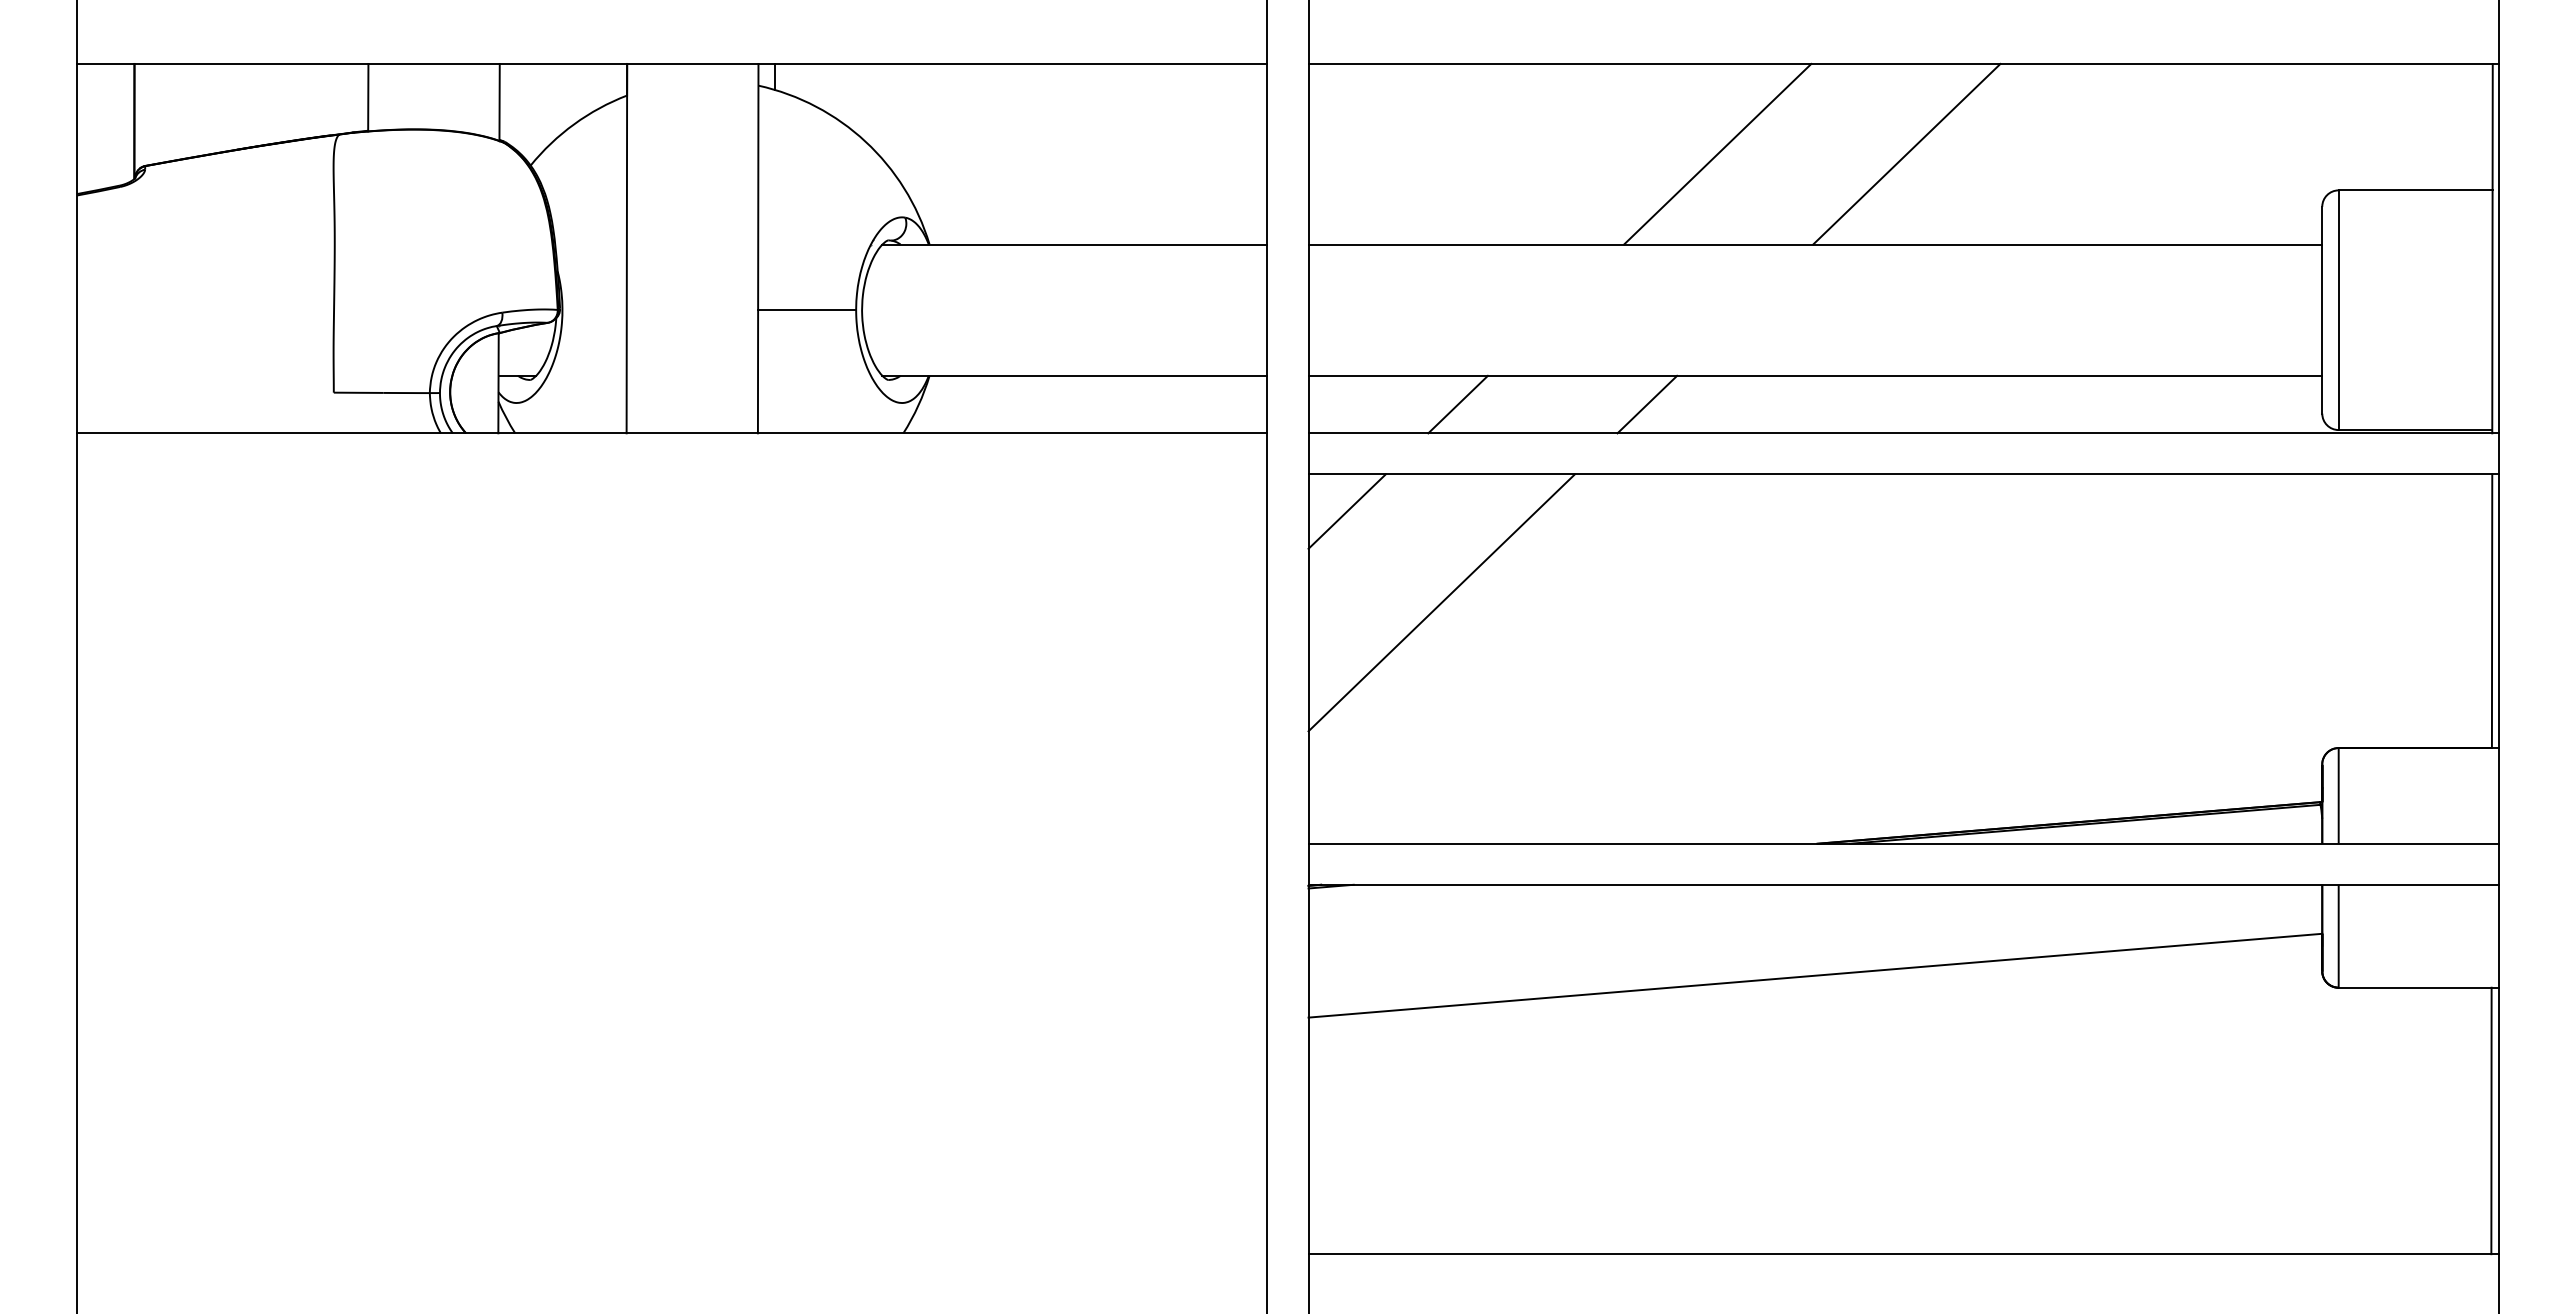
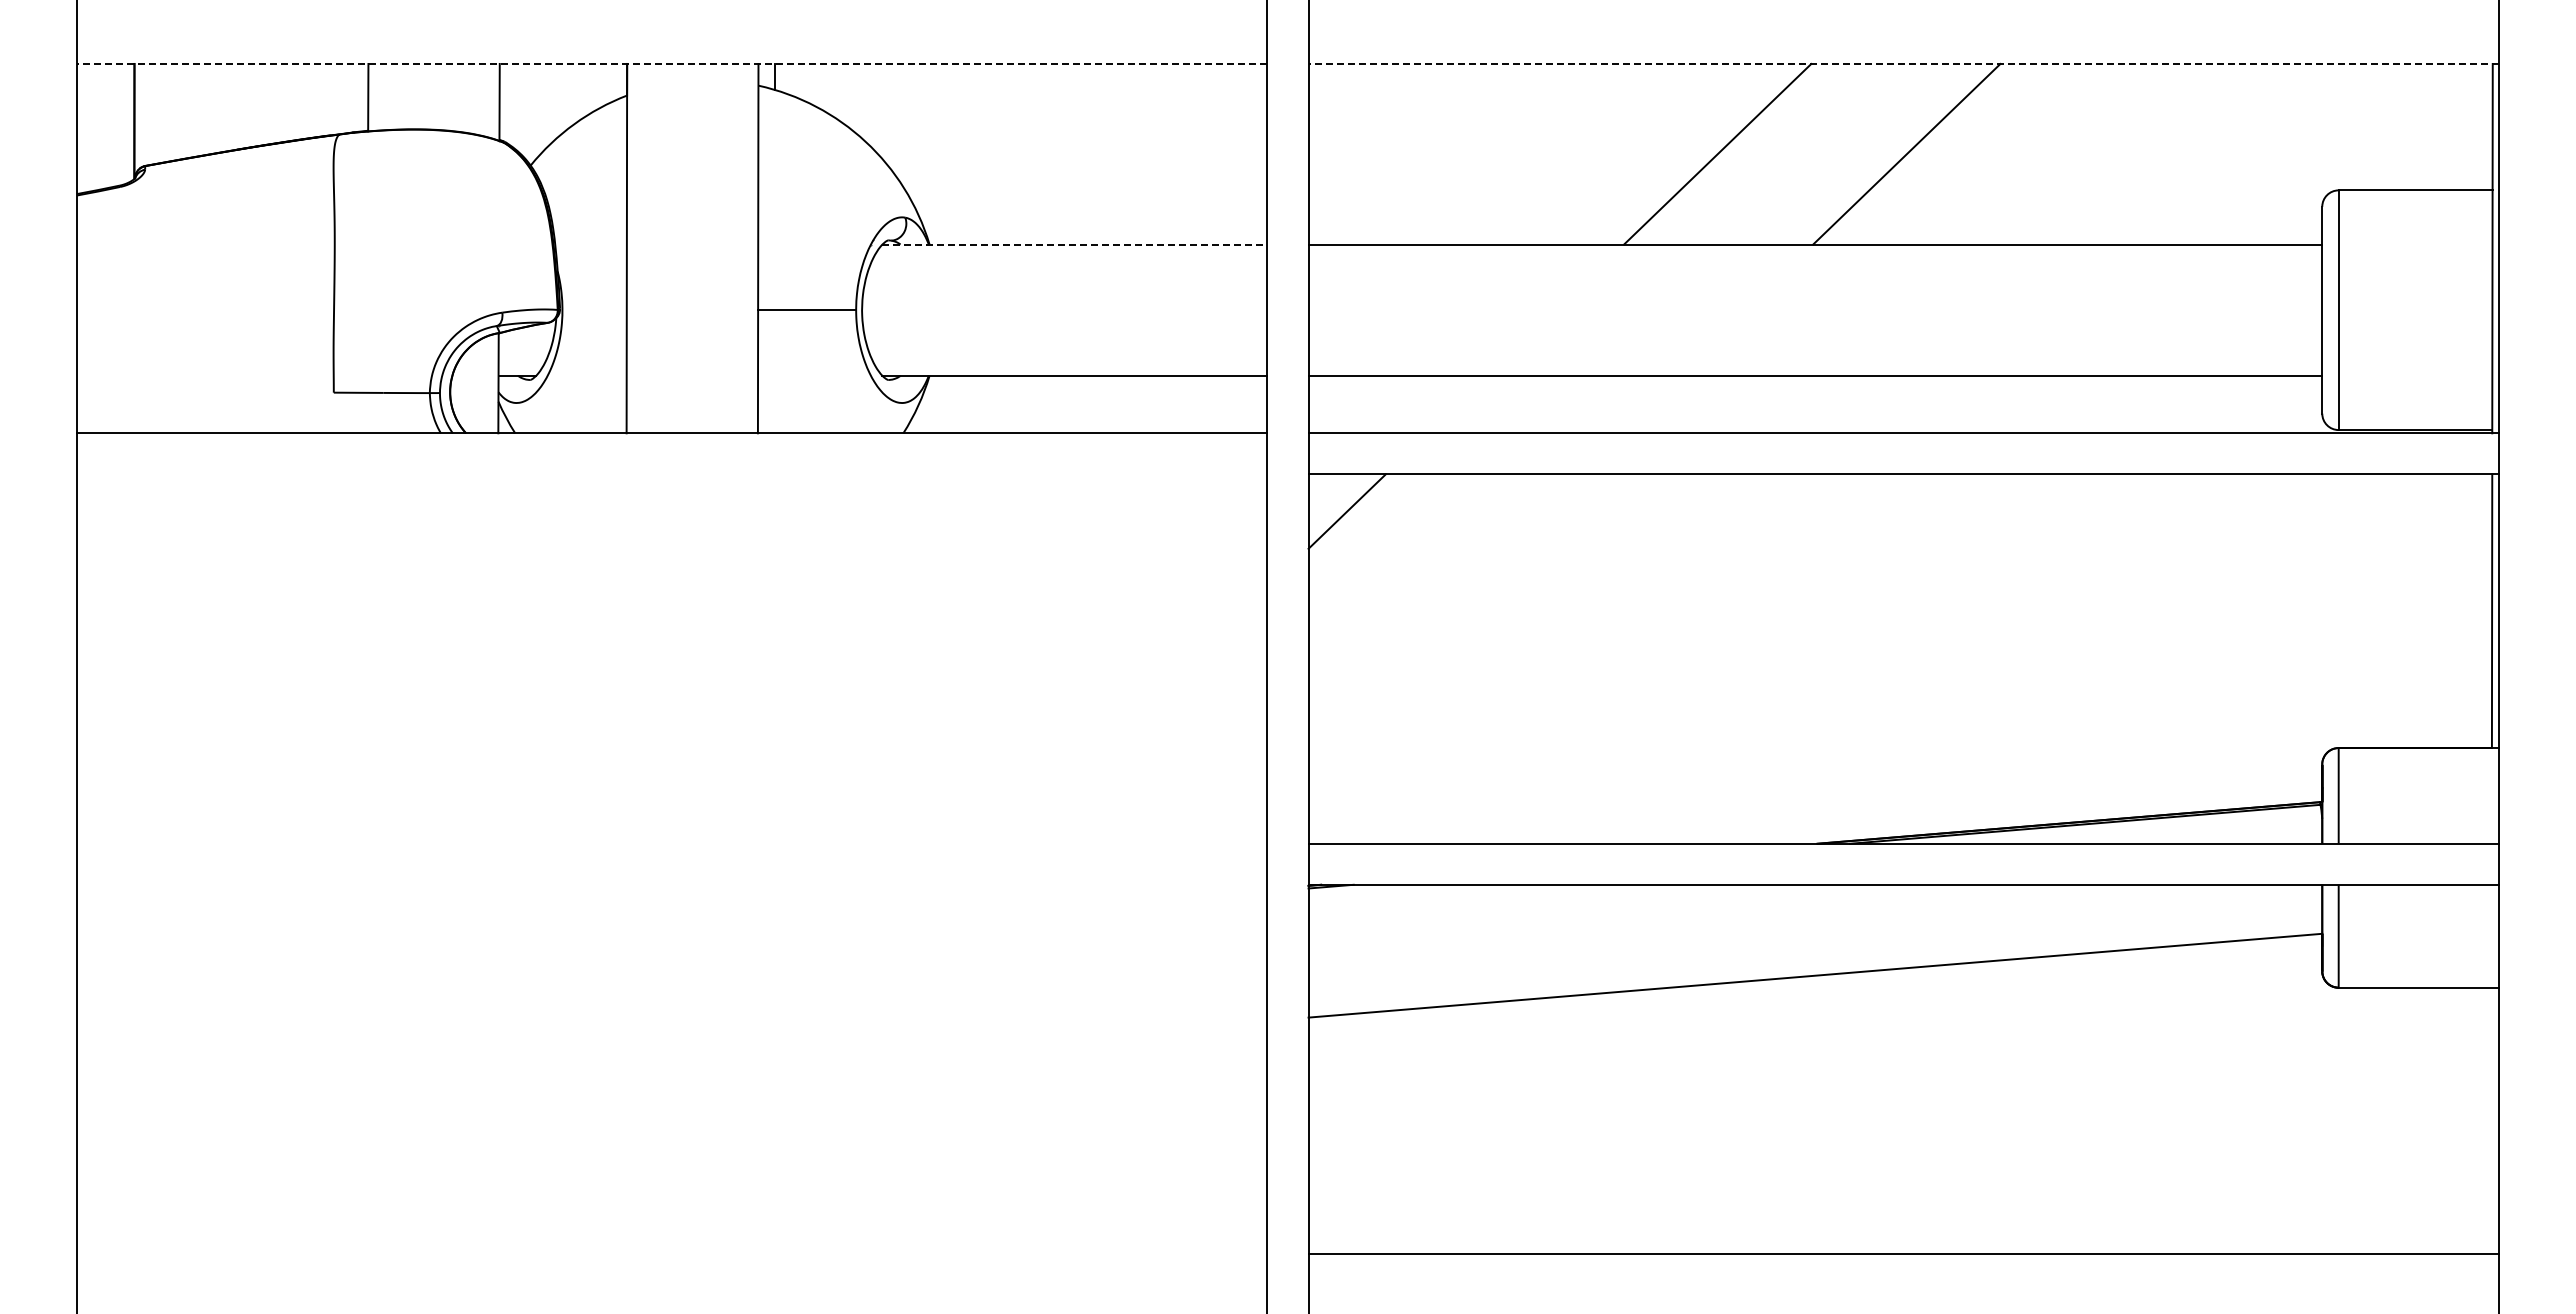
line at (671, 63): solid -> dashed
line at (1903, 63): solid -> dashed
line at (1074, 244): solid -> dashed
line at (1457, 404): present -> none
line at (1647, 404): present -> none
line at (1441, 602): present -> none
line at (2491, 1120): present -> none
